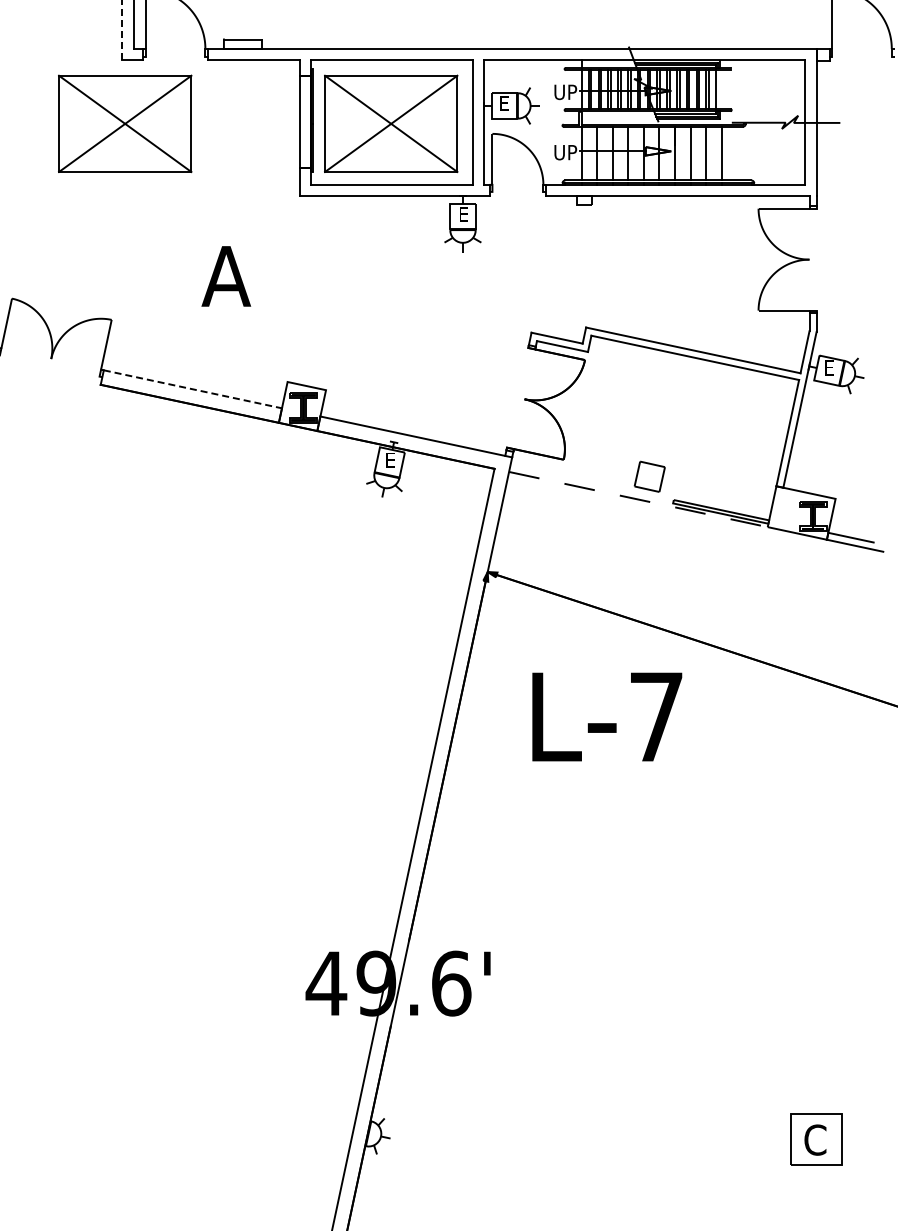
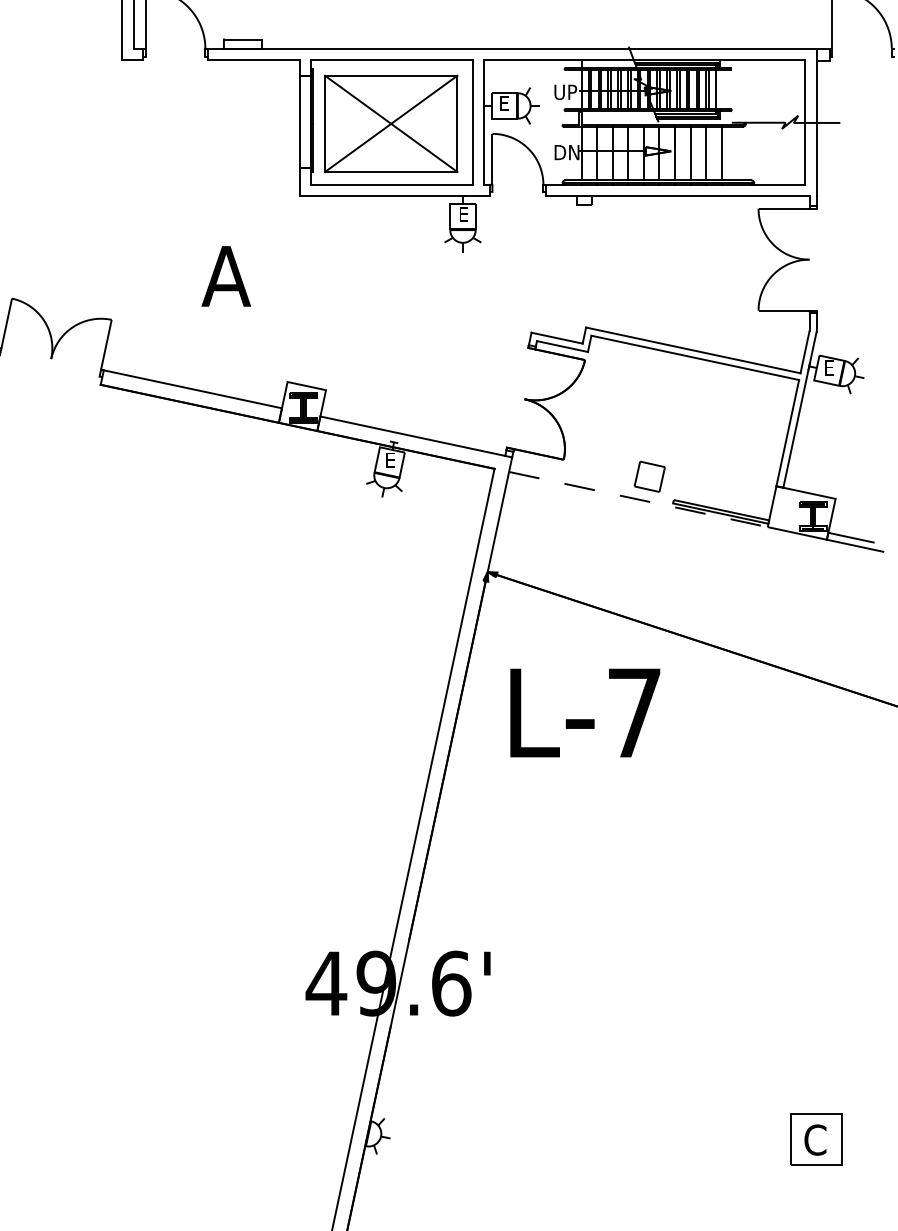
line at (122, 30): dashed -> solid
part at (125, 123): present -> none
text at (566, 152): UP -> DN
line at (193, 389): dashed -> solid
text at (607, 716) position: (607, 716) -> (585, 712)
